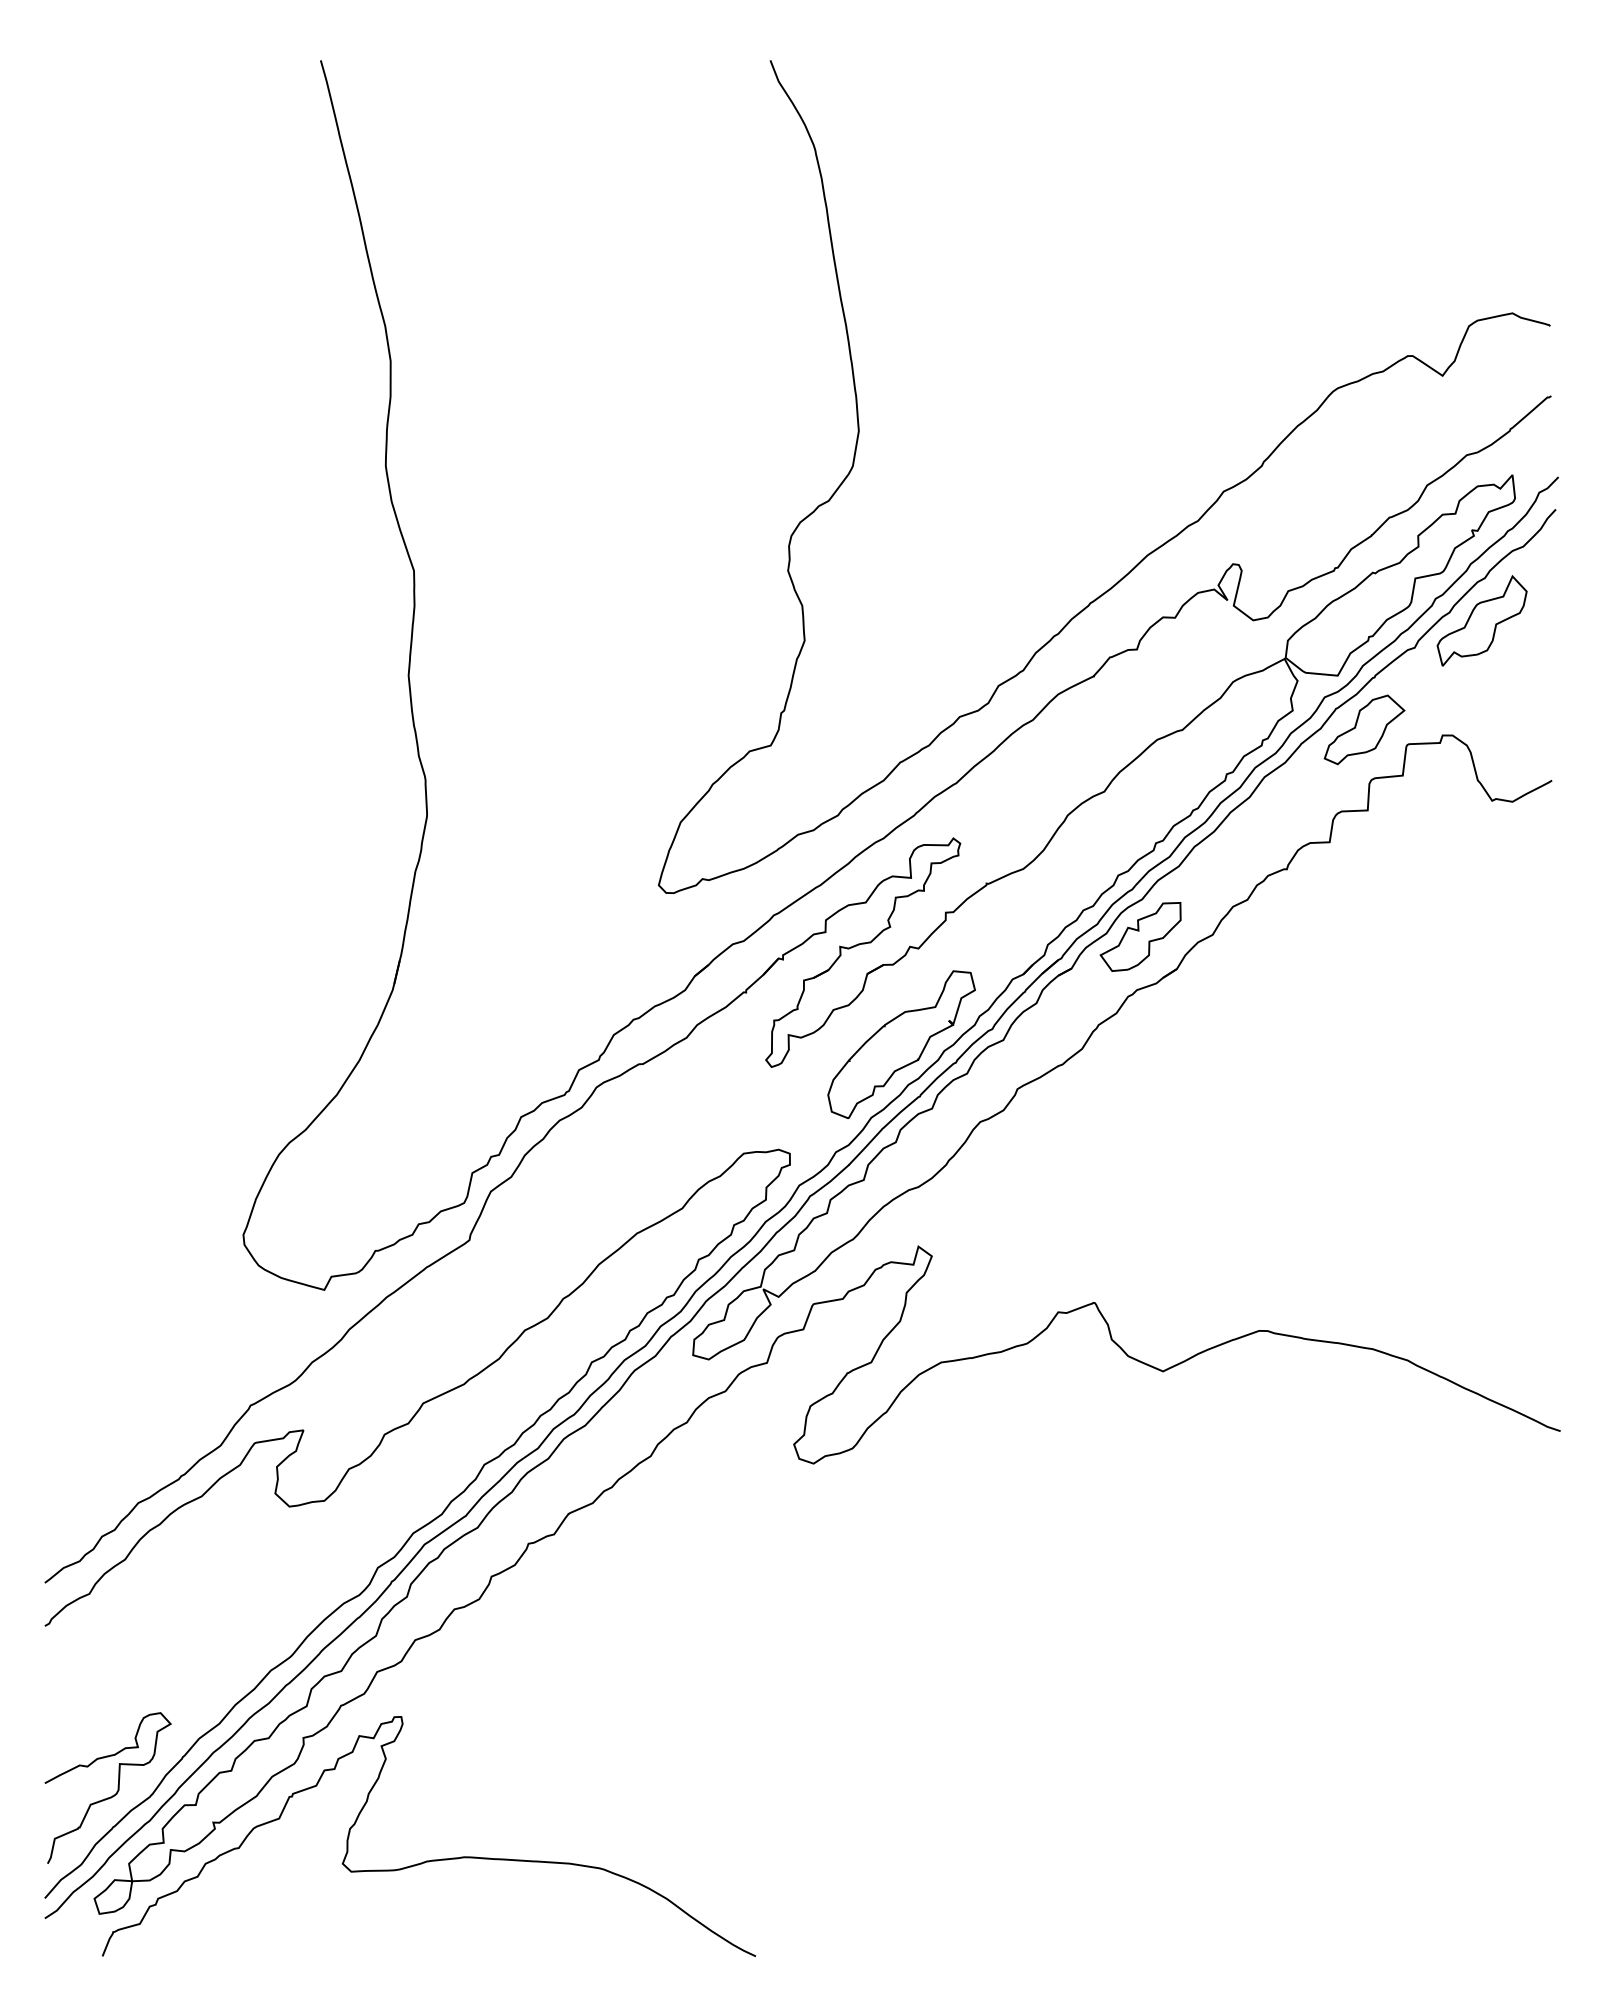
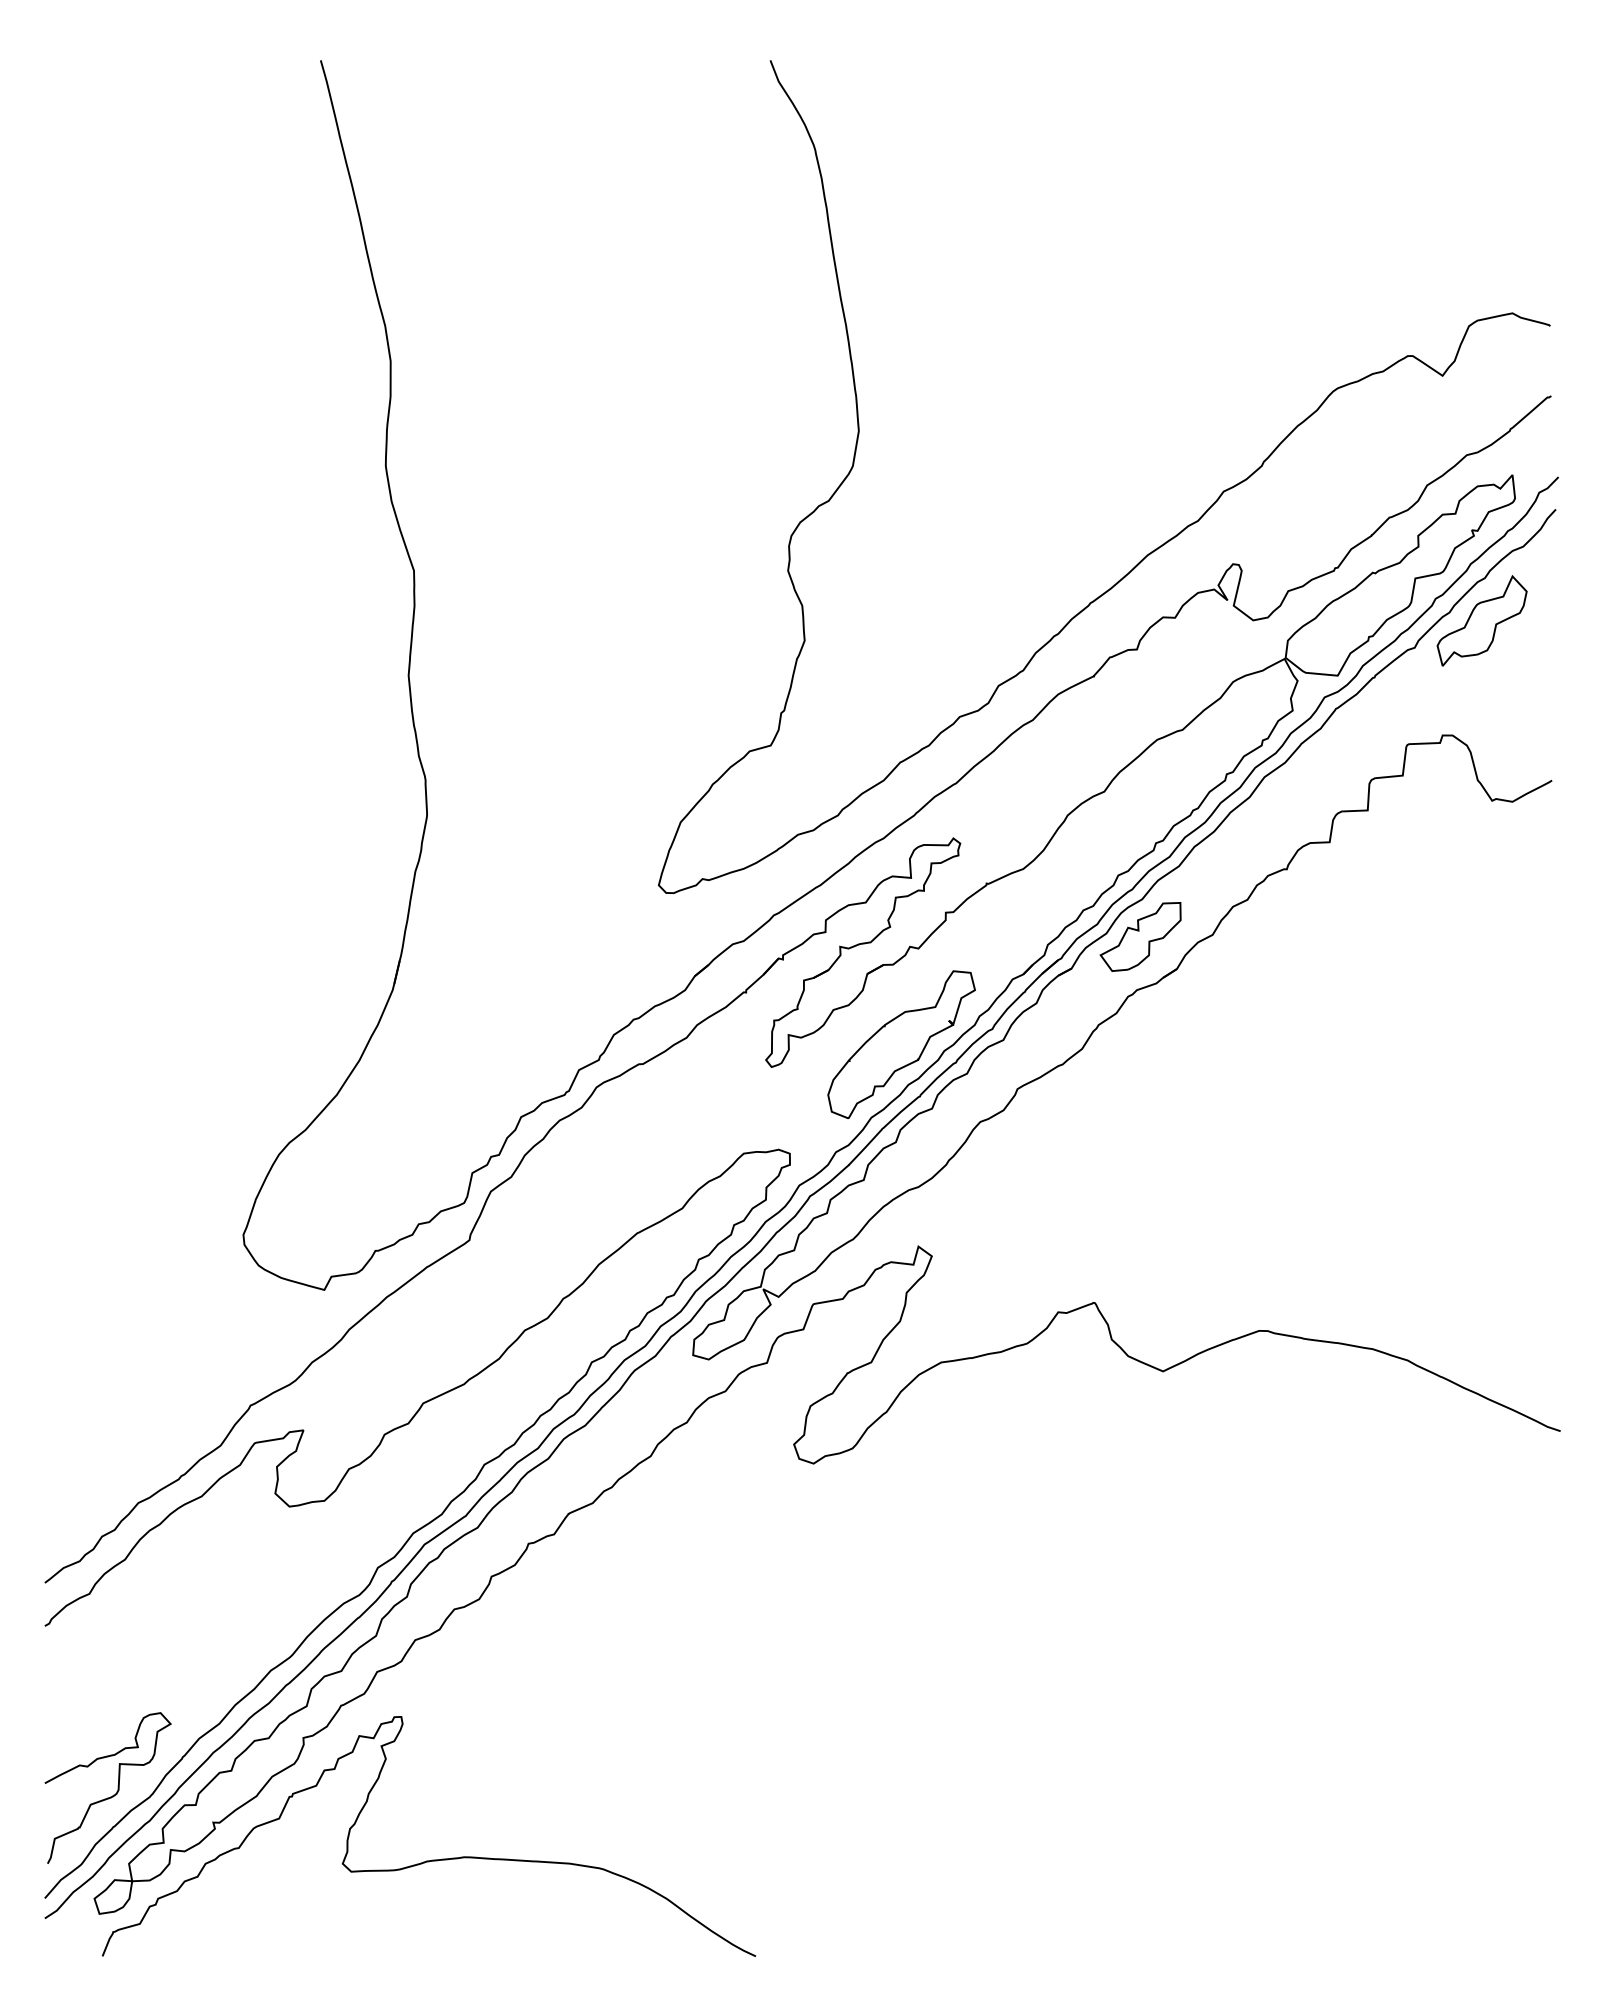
part at (1364, 729): present -> none
